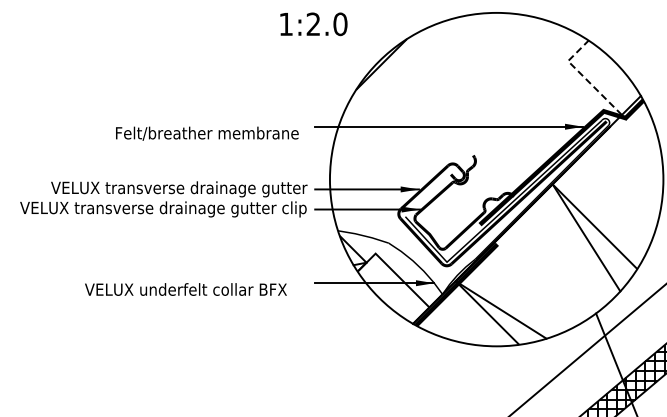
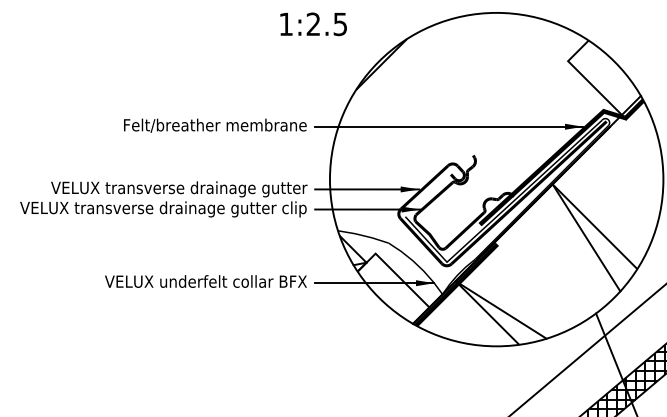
text at (340, 24): 1:2.0 -> 1:2.5
line at (584, 77): dashed -> solid
text at (207, 133) position: (207, 133) -> (215, 125)
text at (185, 289) position: (185, 289) -> (205, 281)
